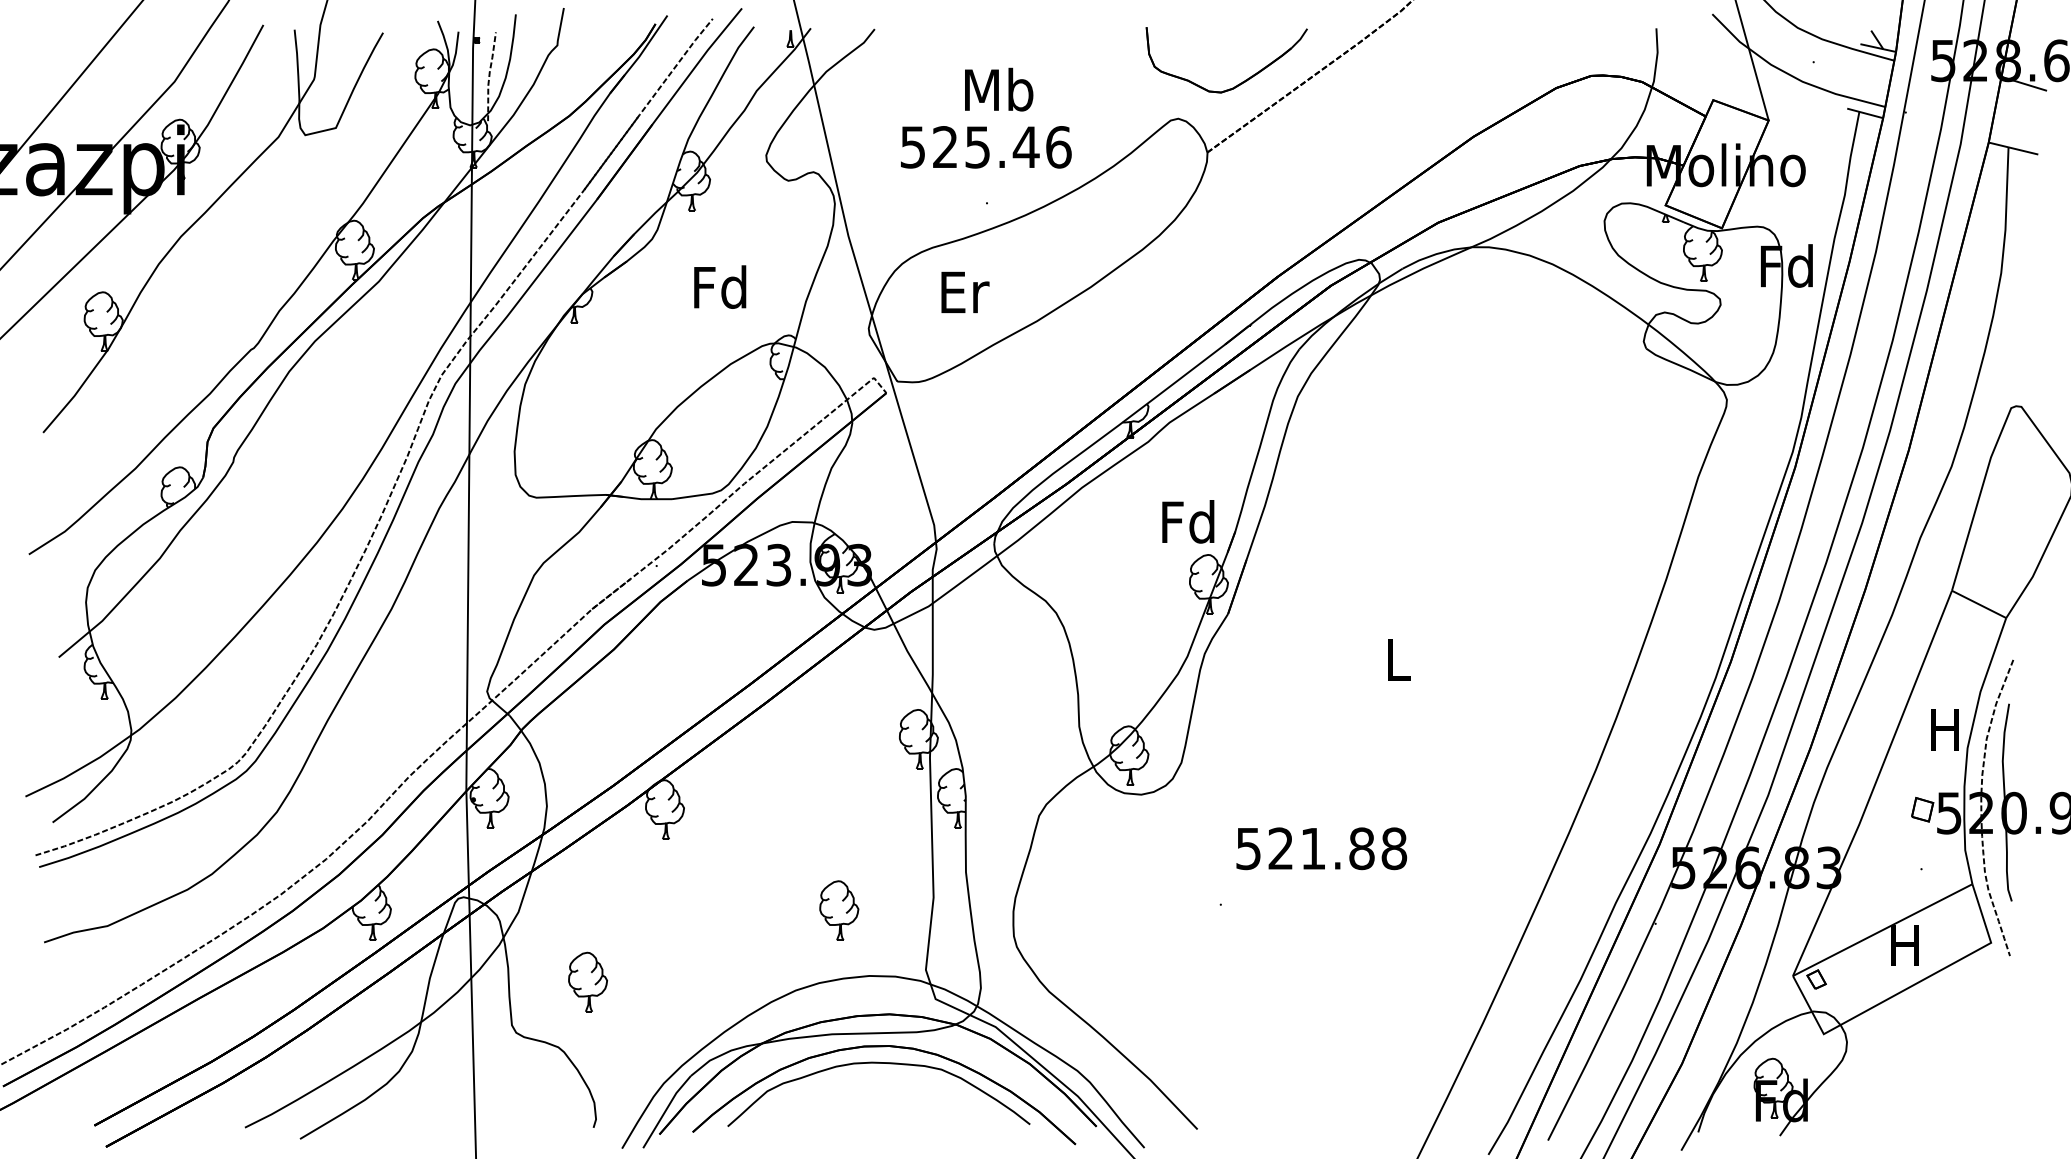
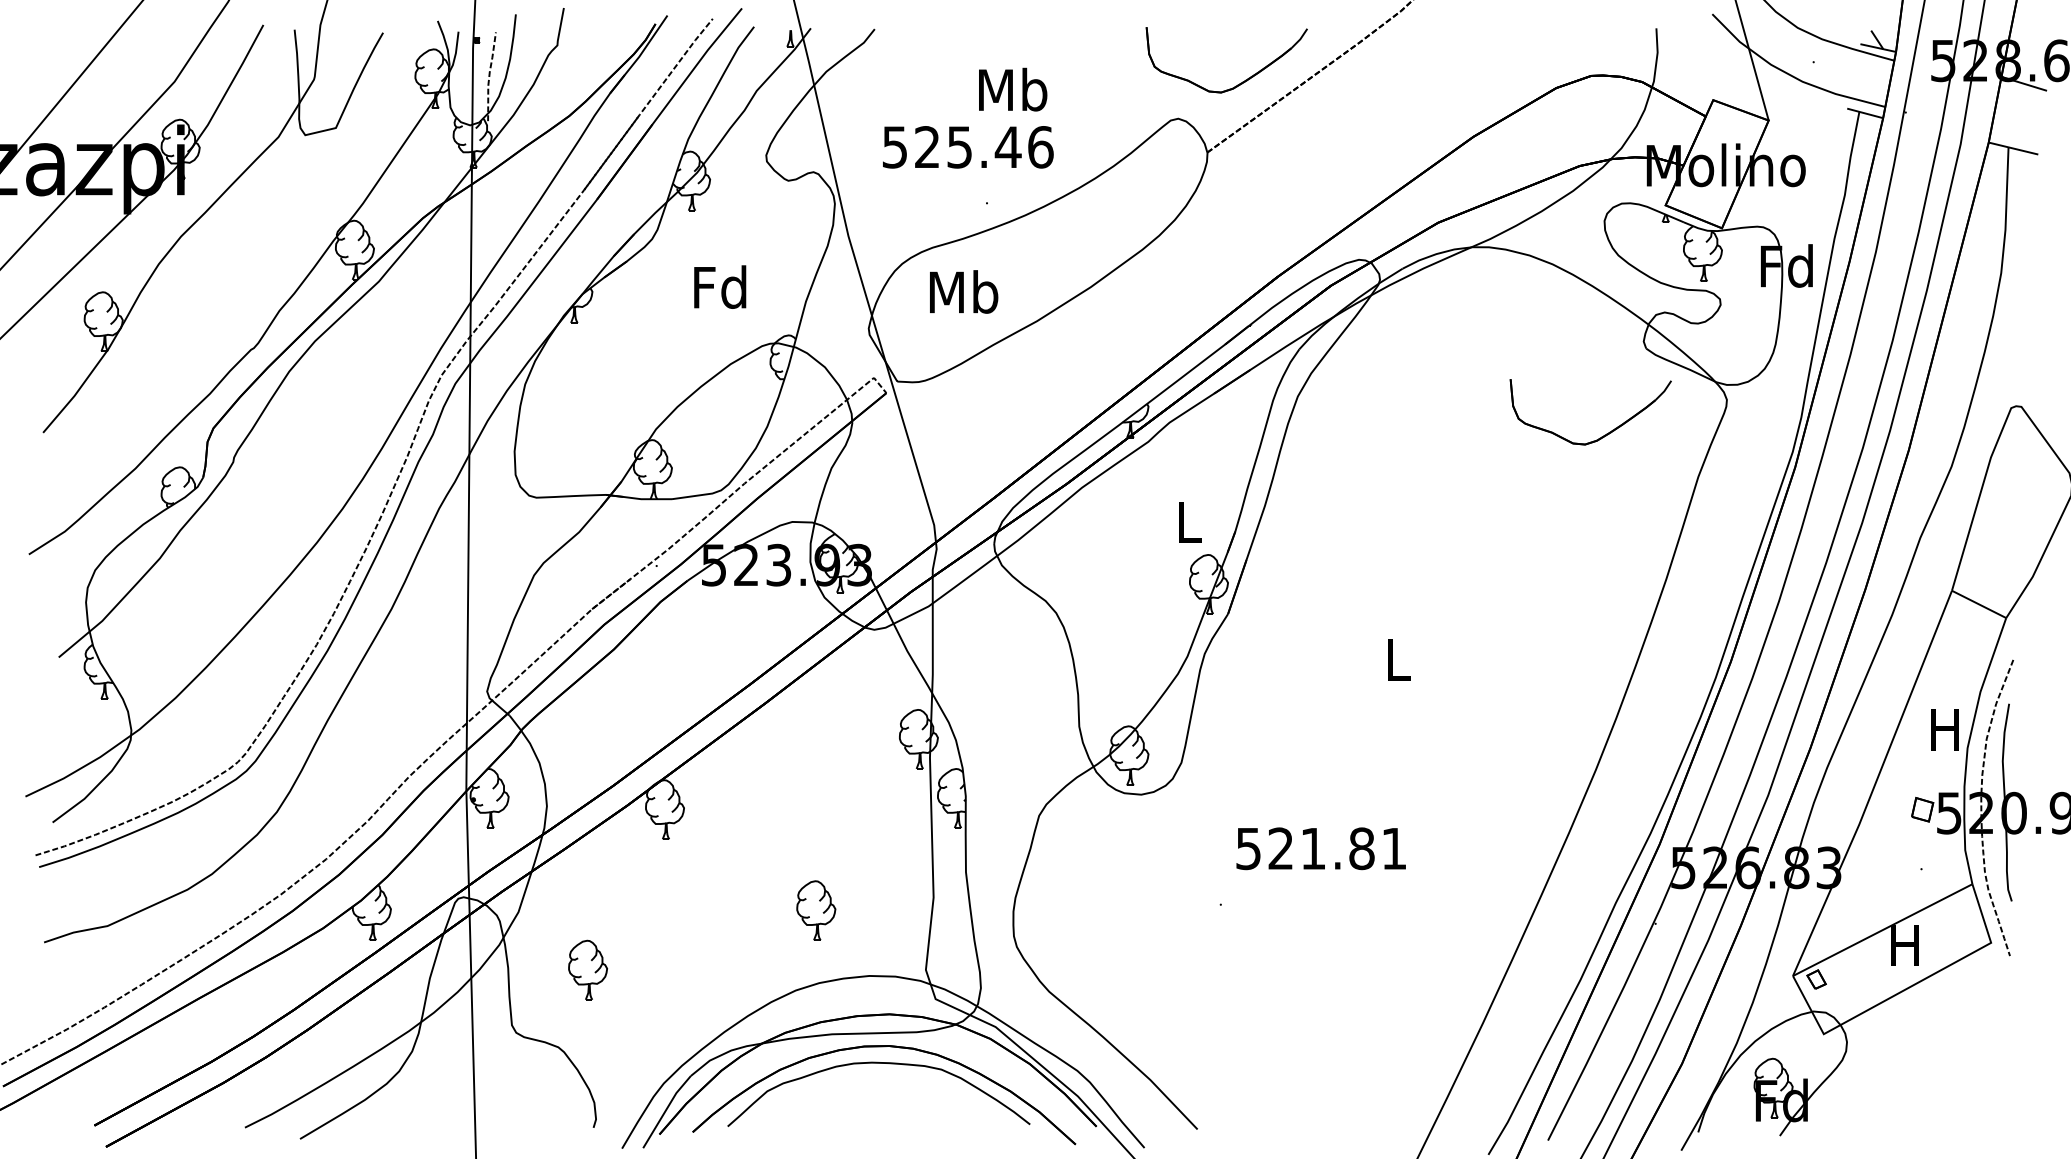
text at (999, 89) position: (999, 89) -> (1013, 89)
text at (986, 147) position: (986, 147) -> (968, 147)
text at (964, 291): Er -> Mb
part at (1606, 433): none -> present
text at (1188, 521): Fd -> L
text at (1394, 848): 521.88 -> 521.81
part at (839, 910) position: (839, 910) -> (816, 910)
part at (587, 981) position: (587, 981) -> (587, 969)
